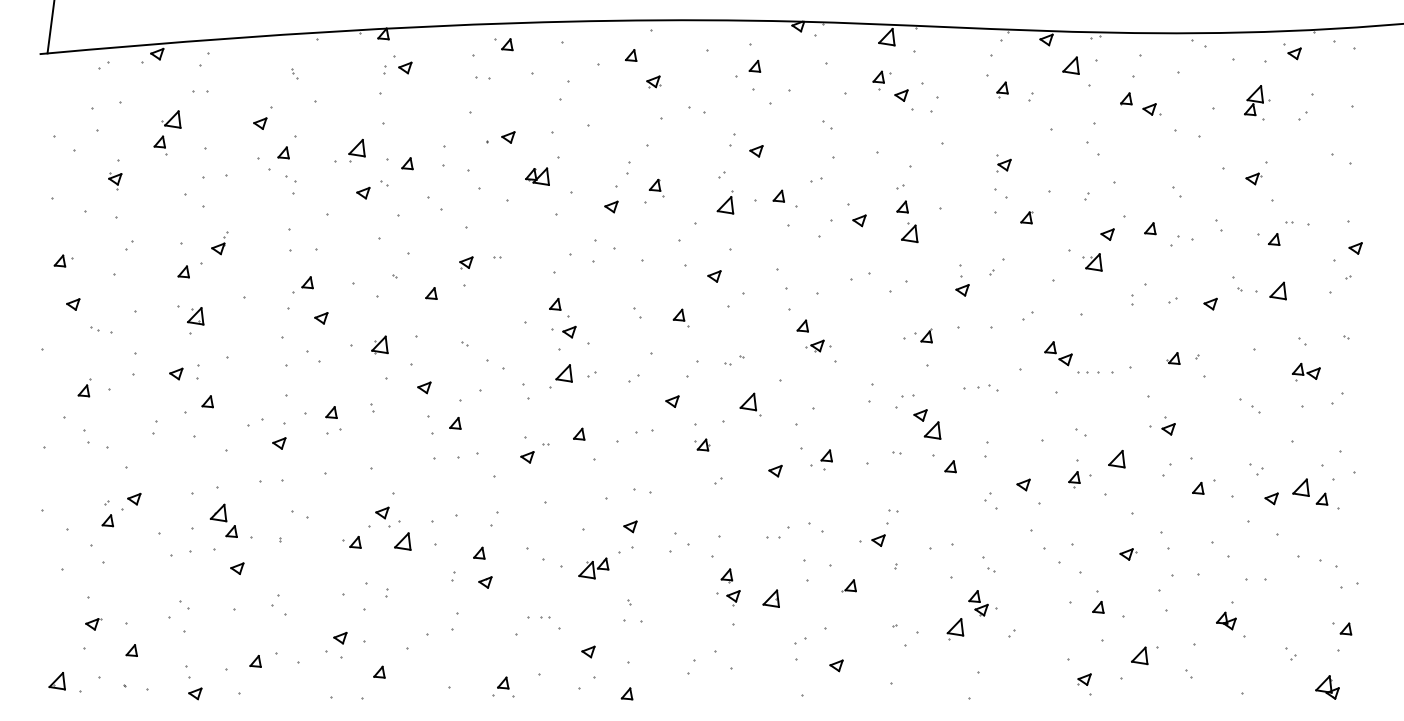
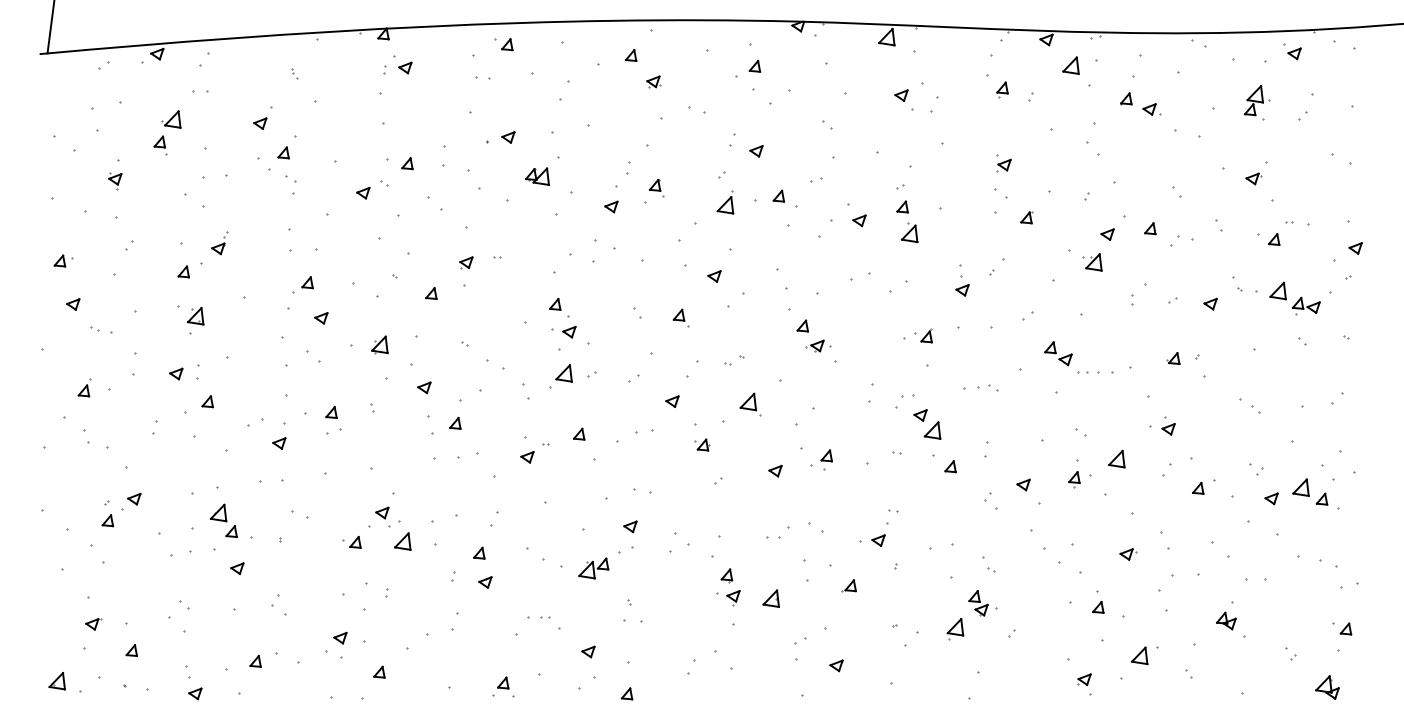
part at (881, 80): present -> none
part at (356, 150): present -> none
part at (1306, 371) position: (1306, 371) -> (1306, 305)
